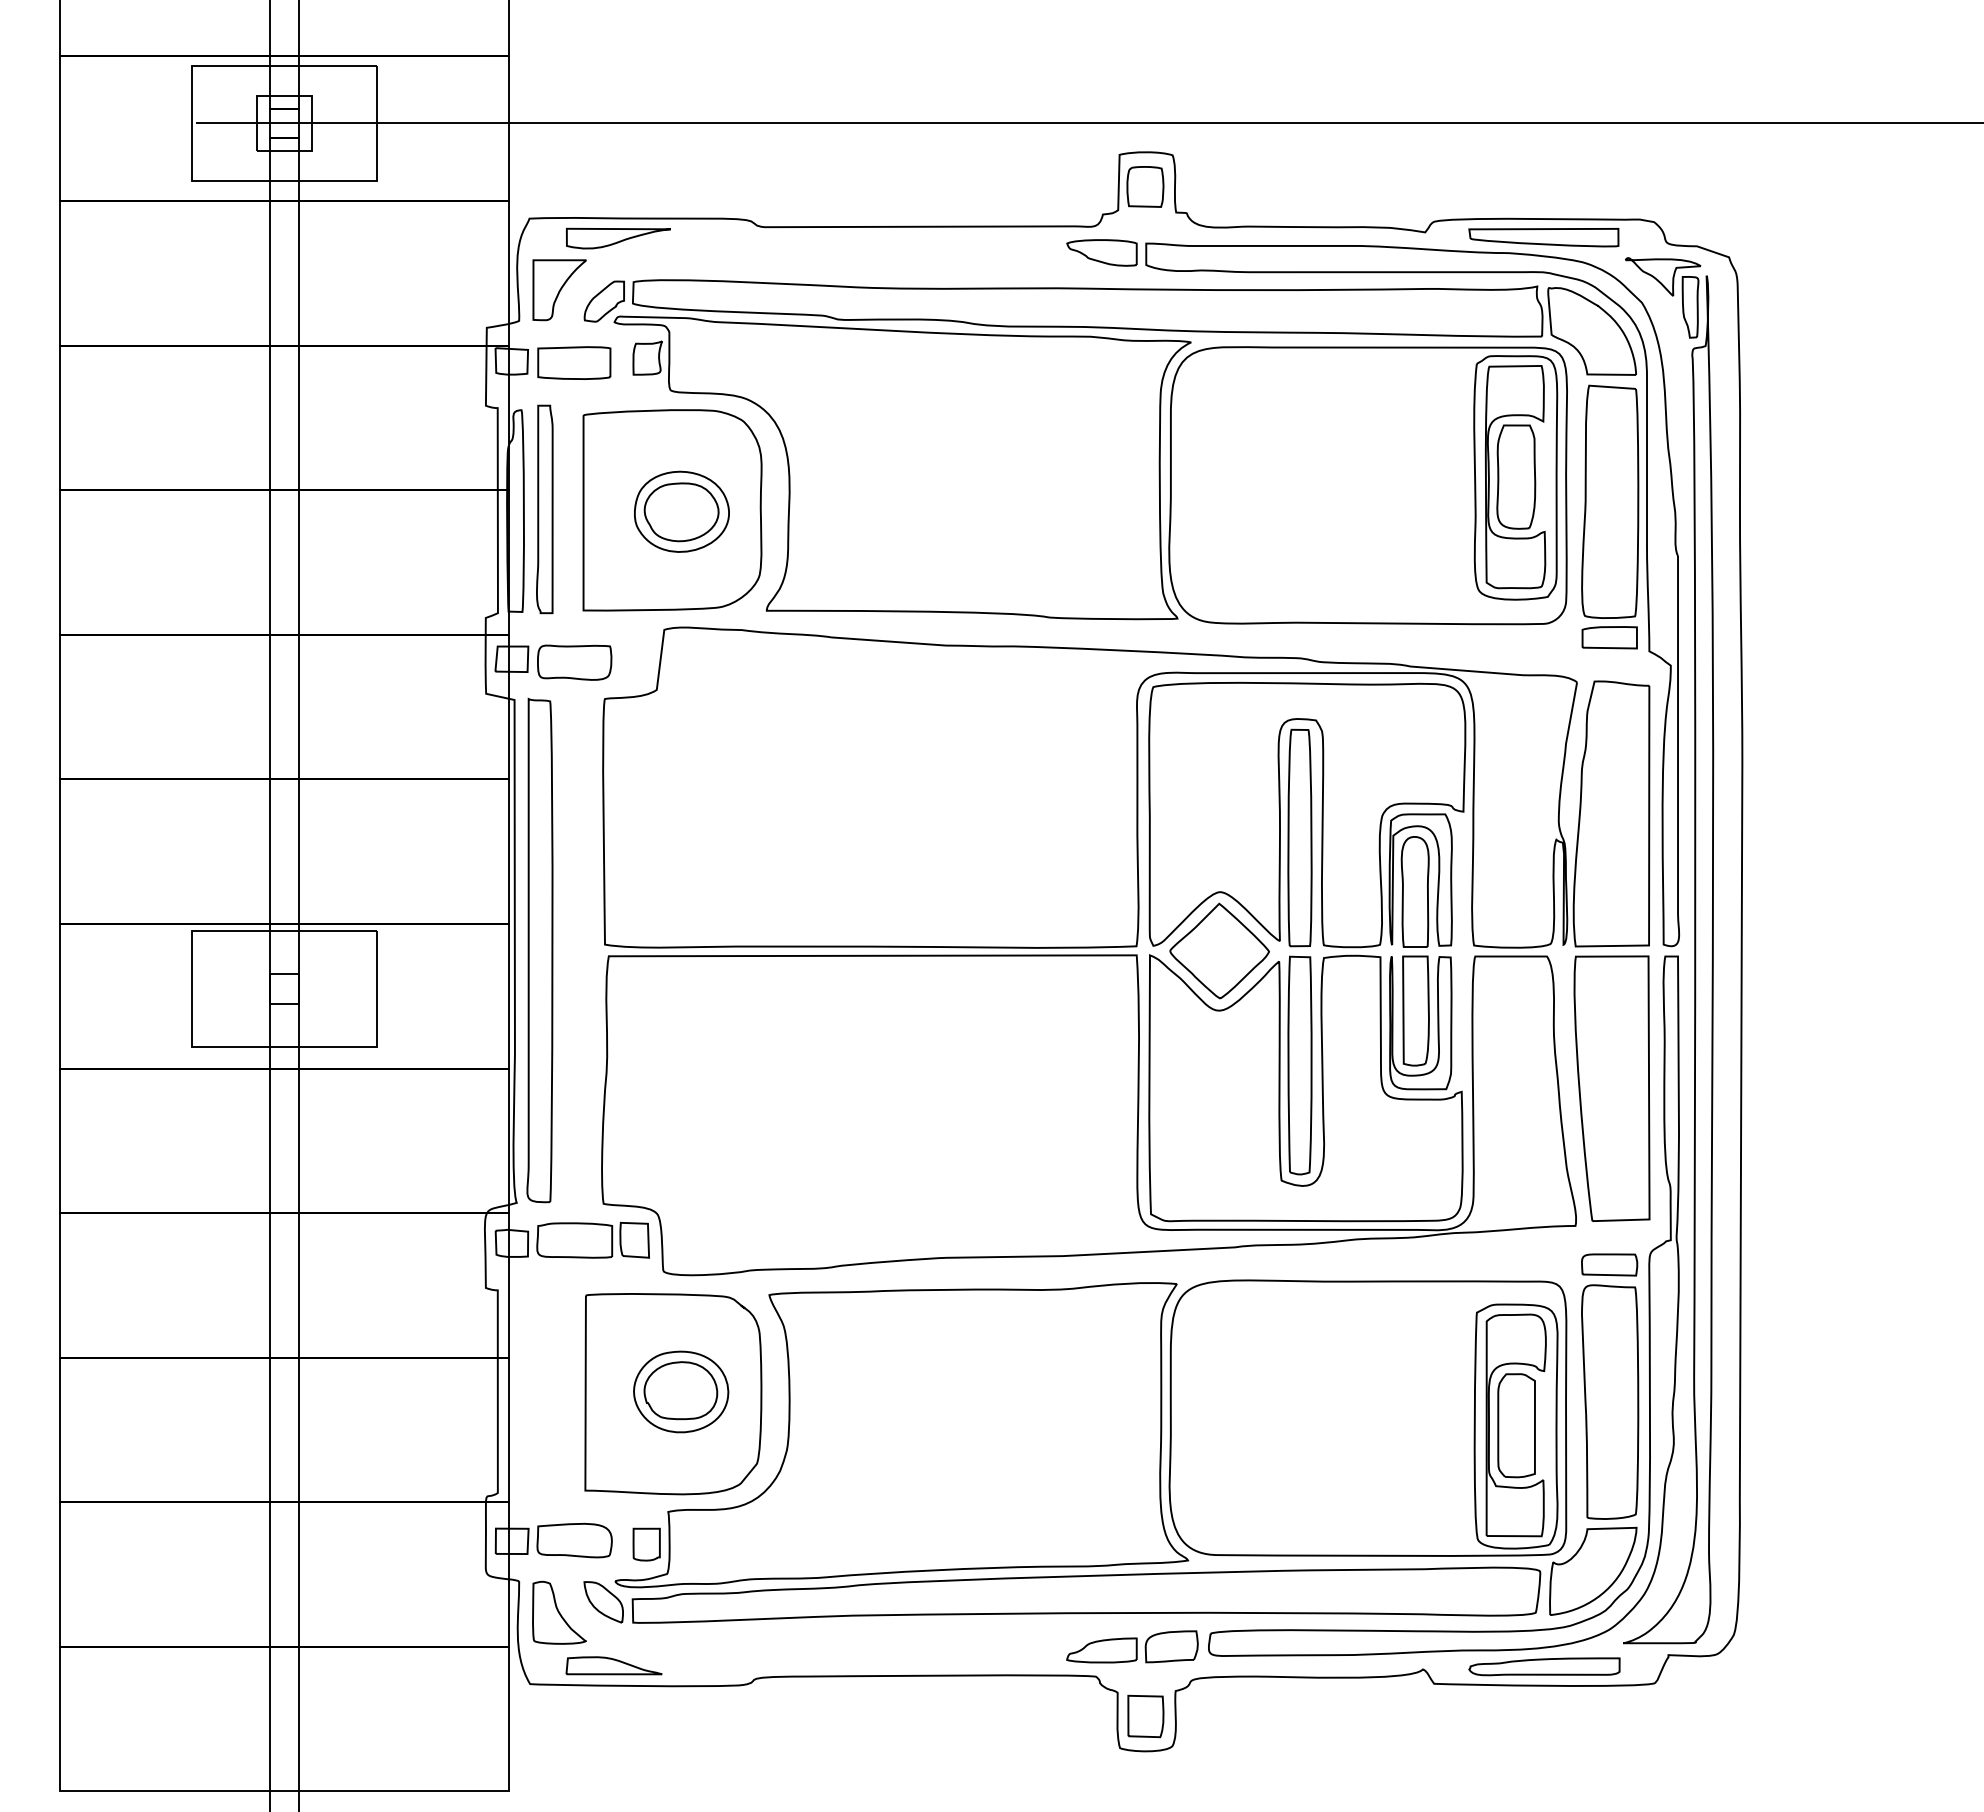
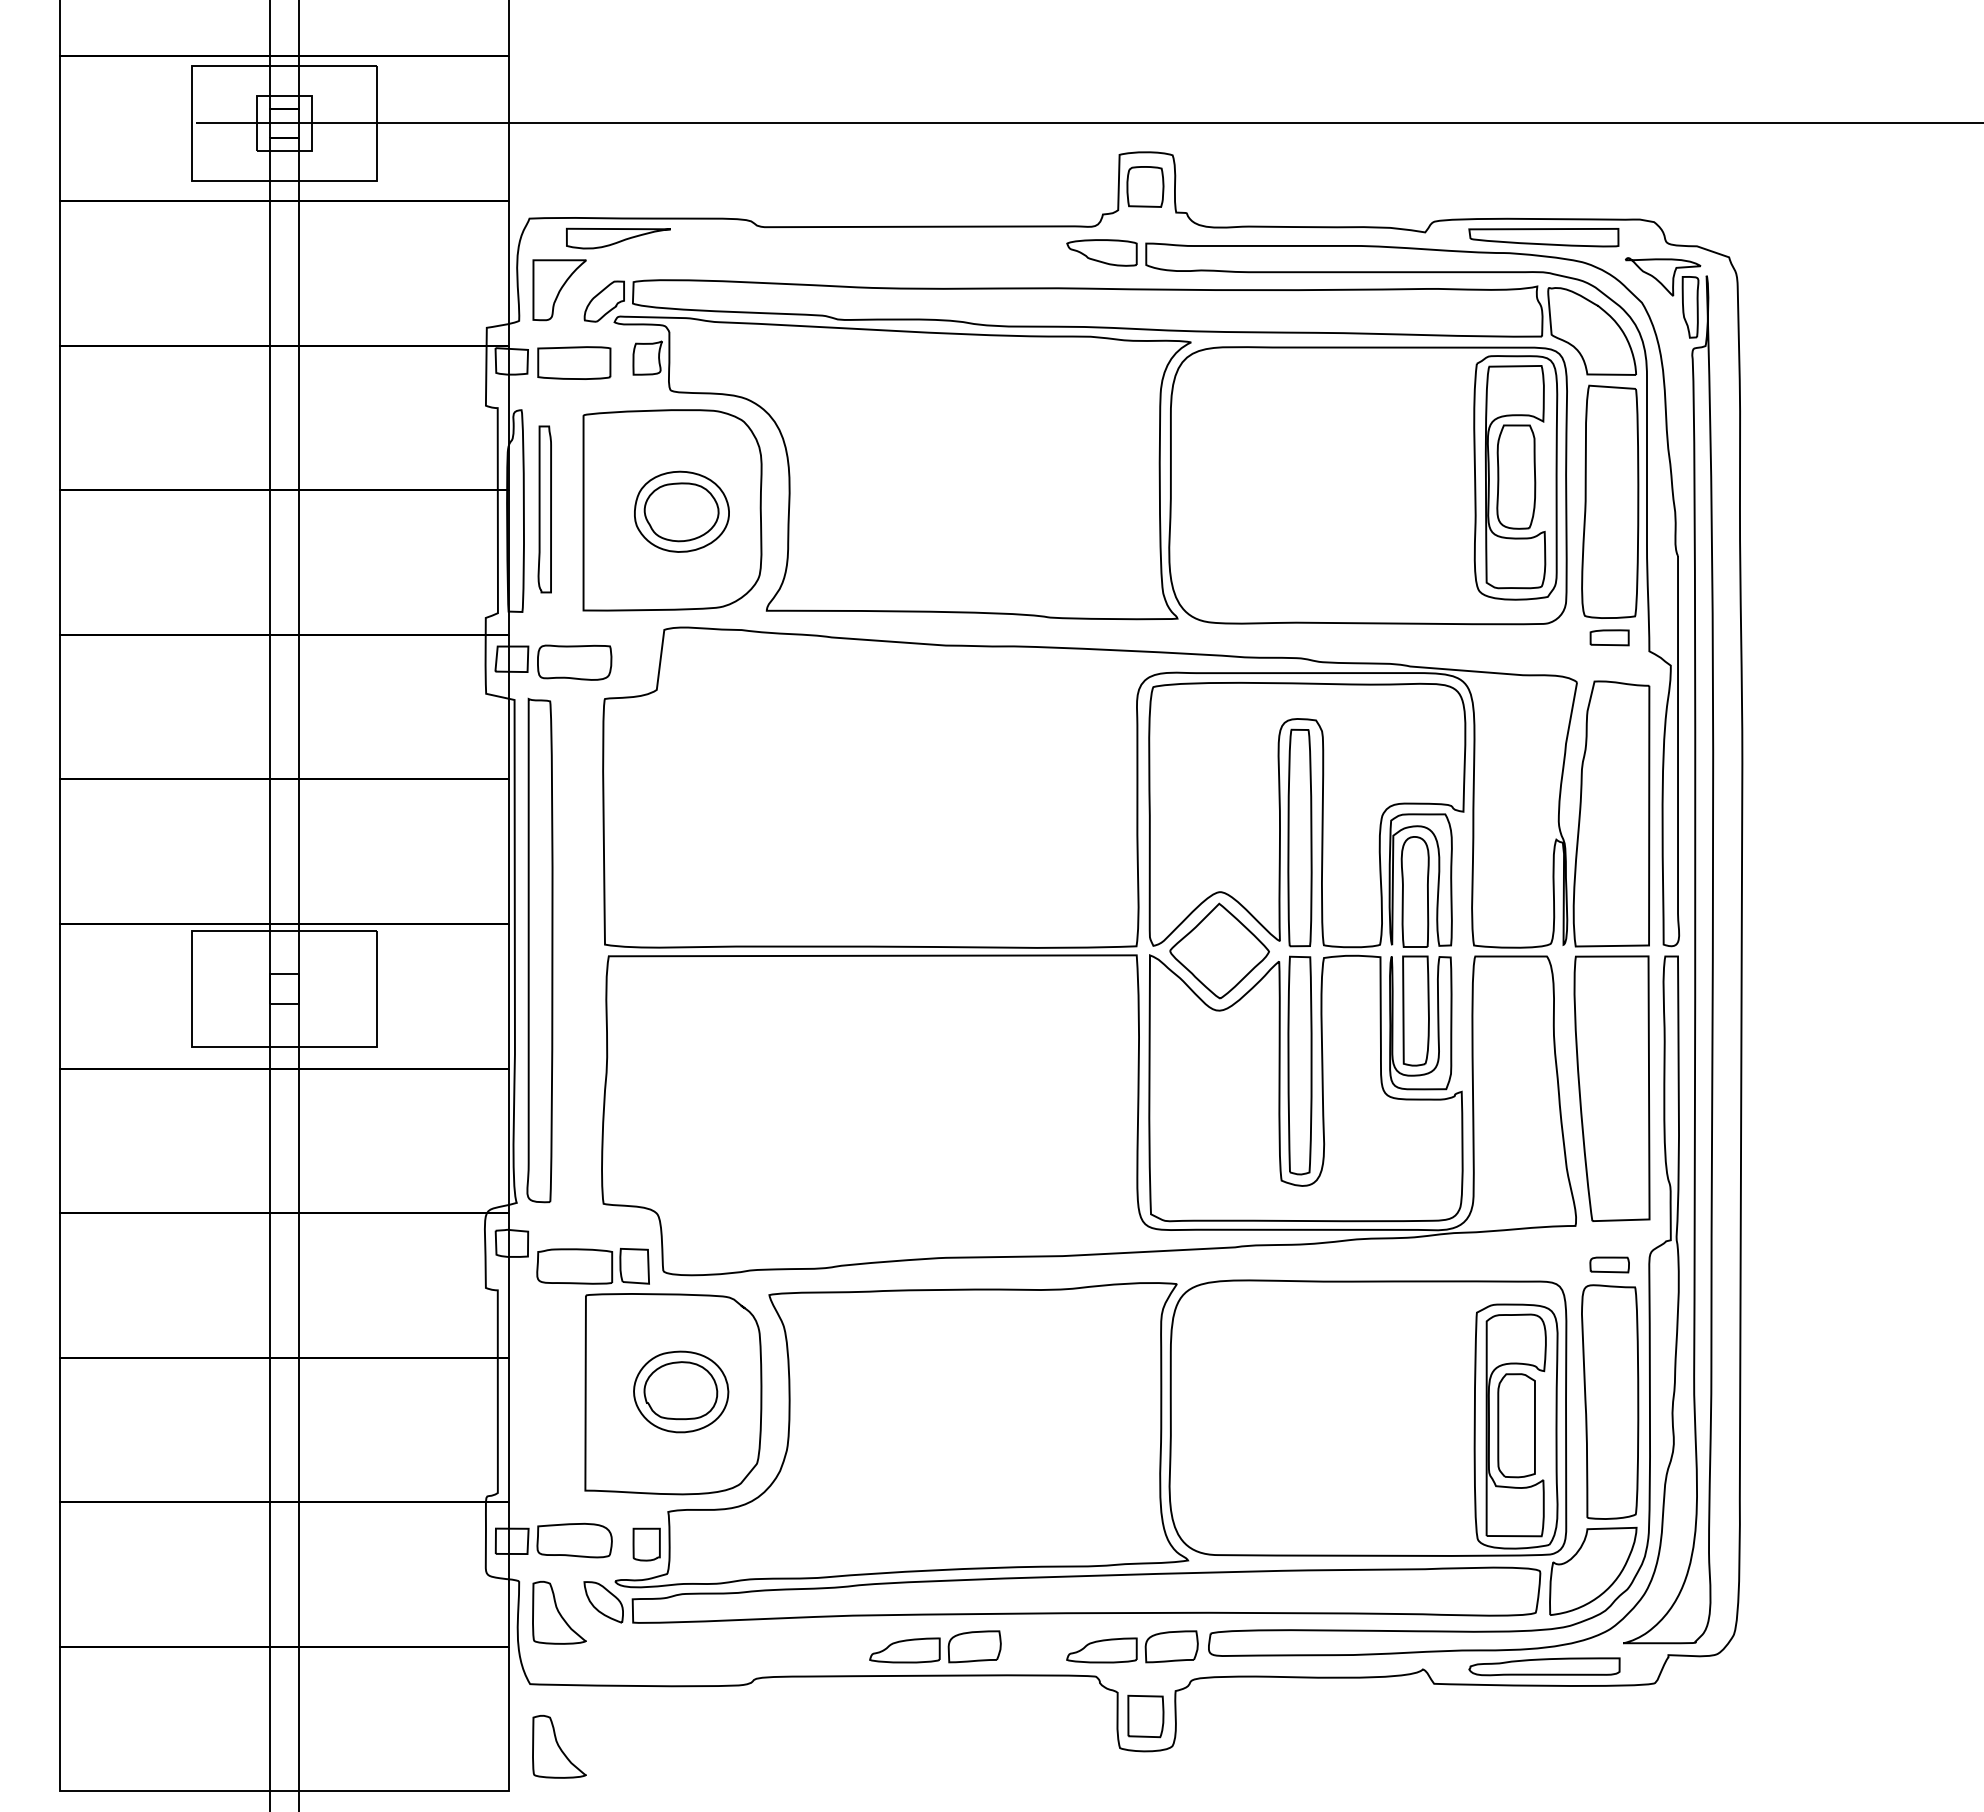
part at (544, 509) size: 18x211 px -> 15x169 px
part at (1609, 637) size: 57x24 px -> 41x18 px
part at (592, 1239) position: (592, 1239) -> (592, 1265)
part at (1609, 1264) size: 58x24 px -> 41x18 px
part at (935, 1646): none -> present
part at (613, 1665): present -> none
part at (559, 1746): none -> present
